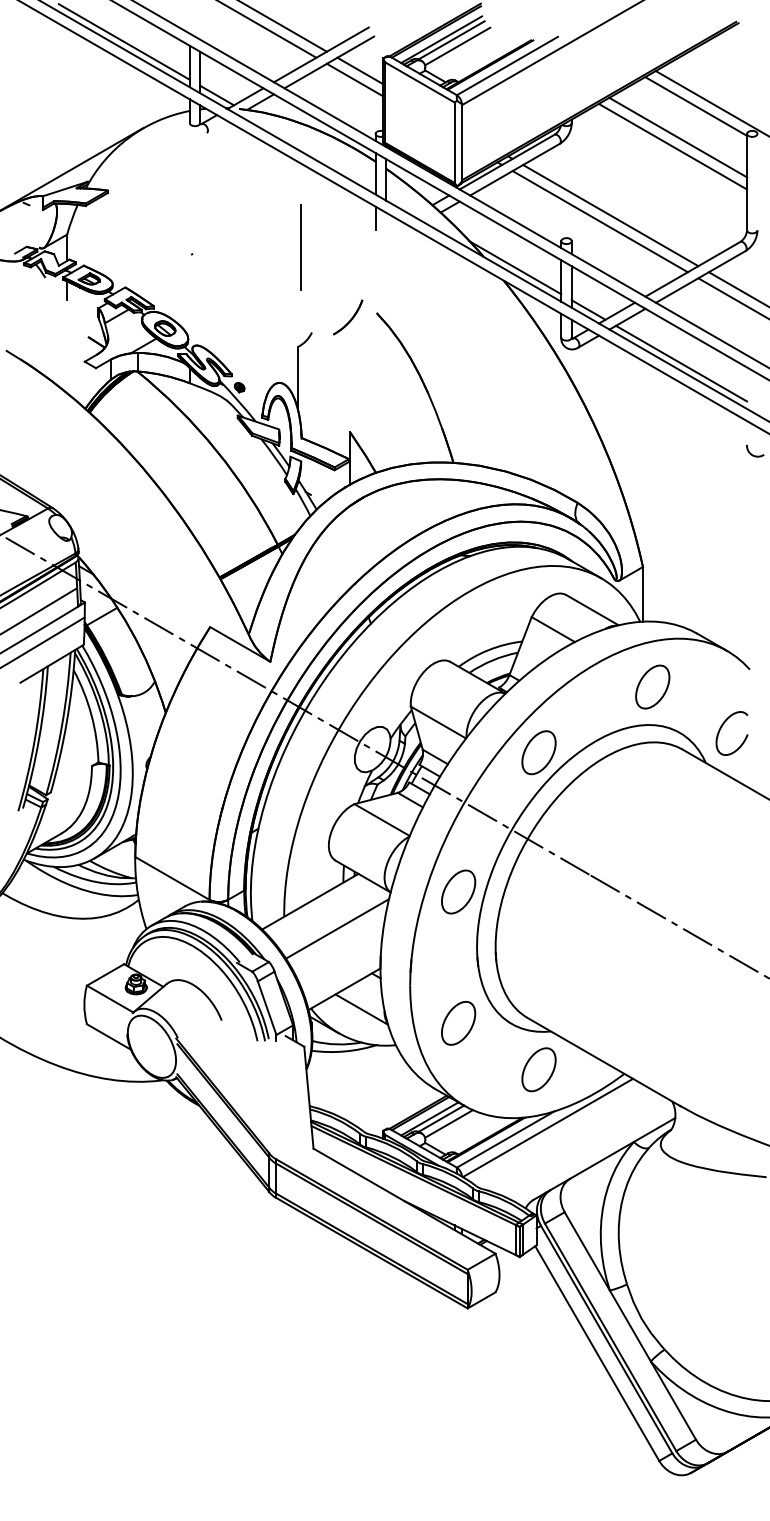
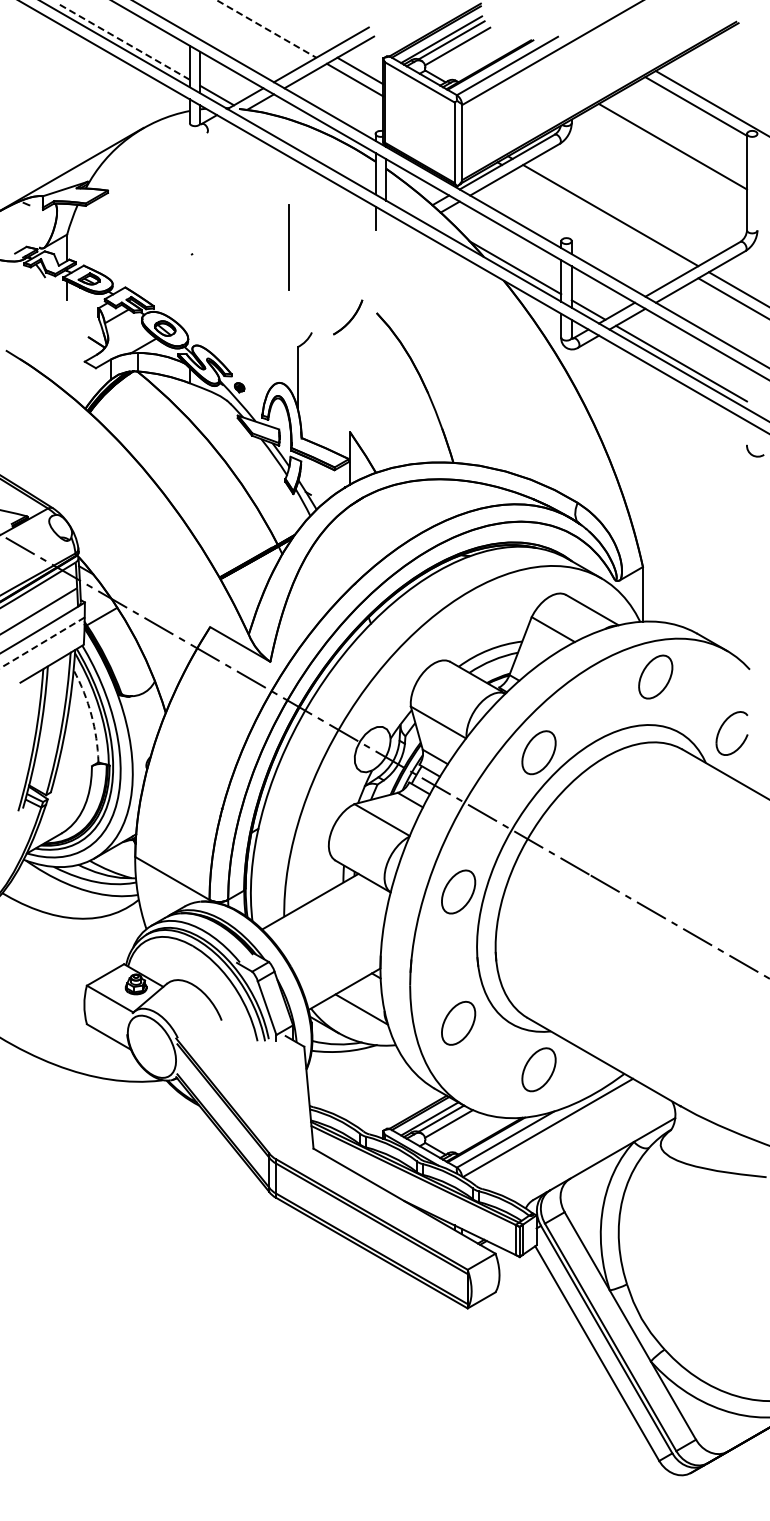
line at (283, 26): present -> none
line at (267, 29): solid -> dashed
line at (124, 41): solid -> dashed
line at (678, 137): present -> none
line at (599, 221): present -> none
line at (300, 247) position: (300, 247) -> (288, 247)
line at (41, 643): solid -> dashed
part at (652, 686) position: (652, 686) -> (655, 676)
arc at (91, 715): solid -> dashed
line at (337, 928): present -> none
